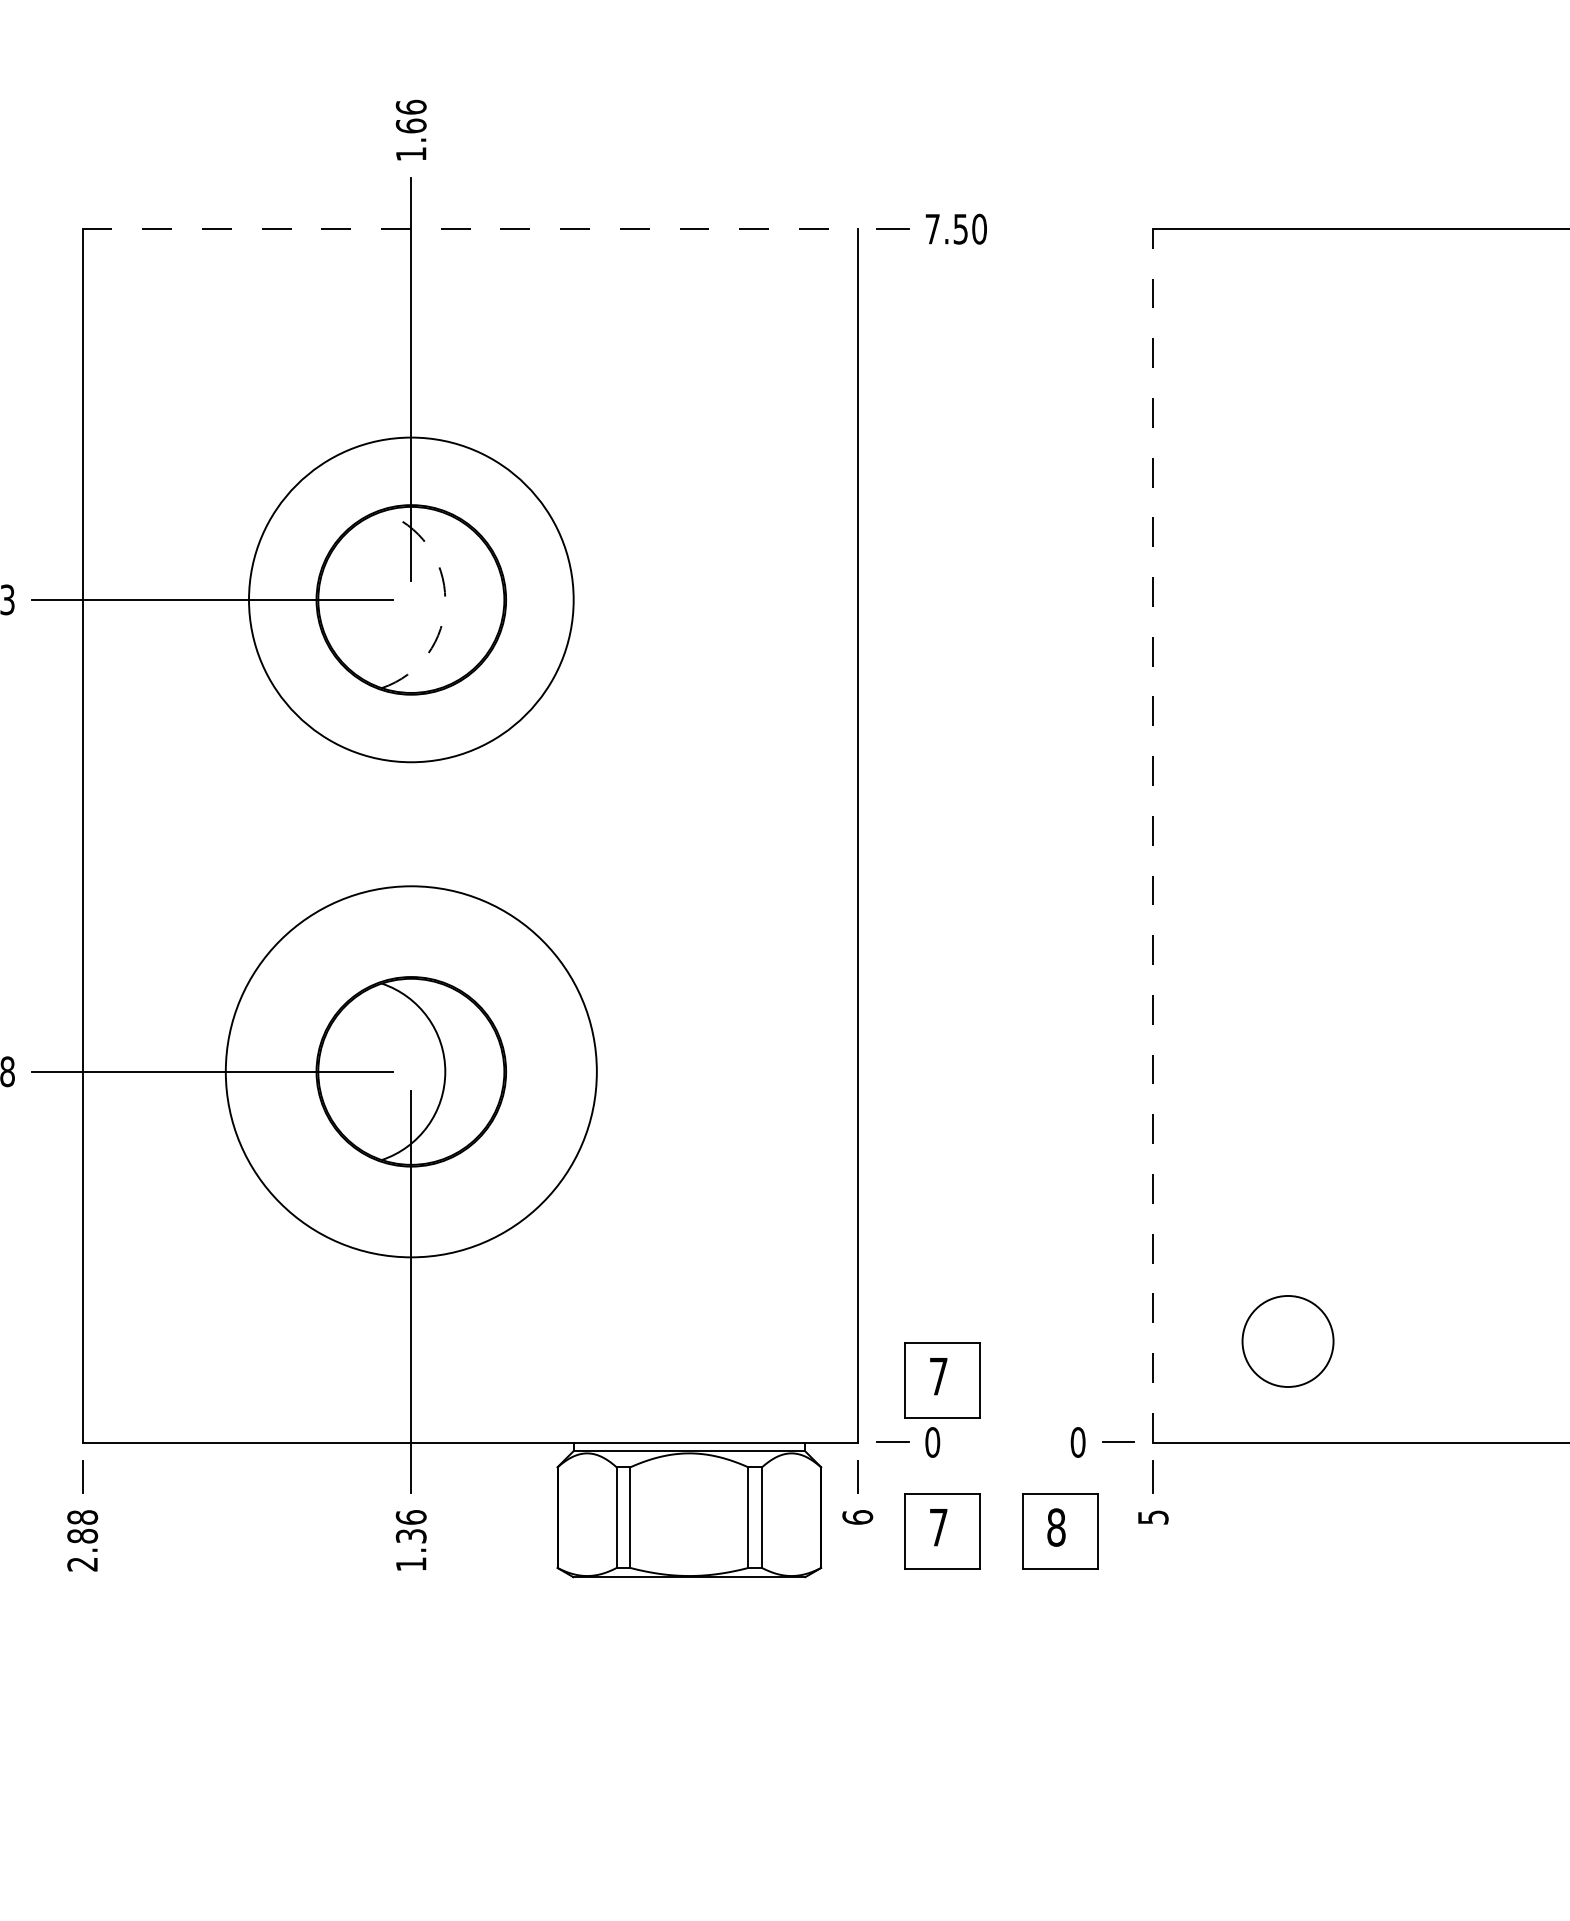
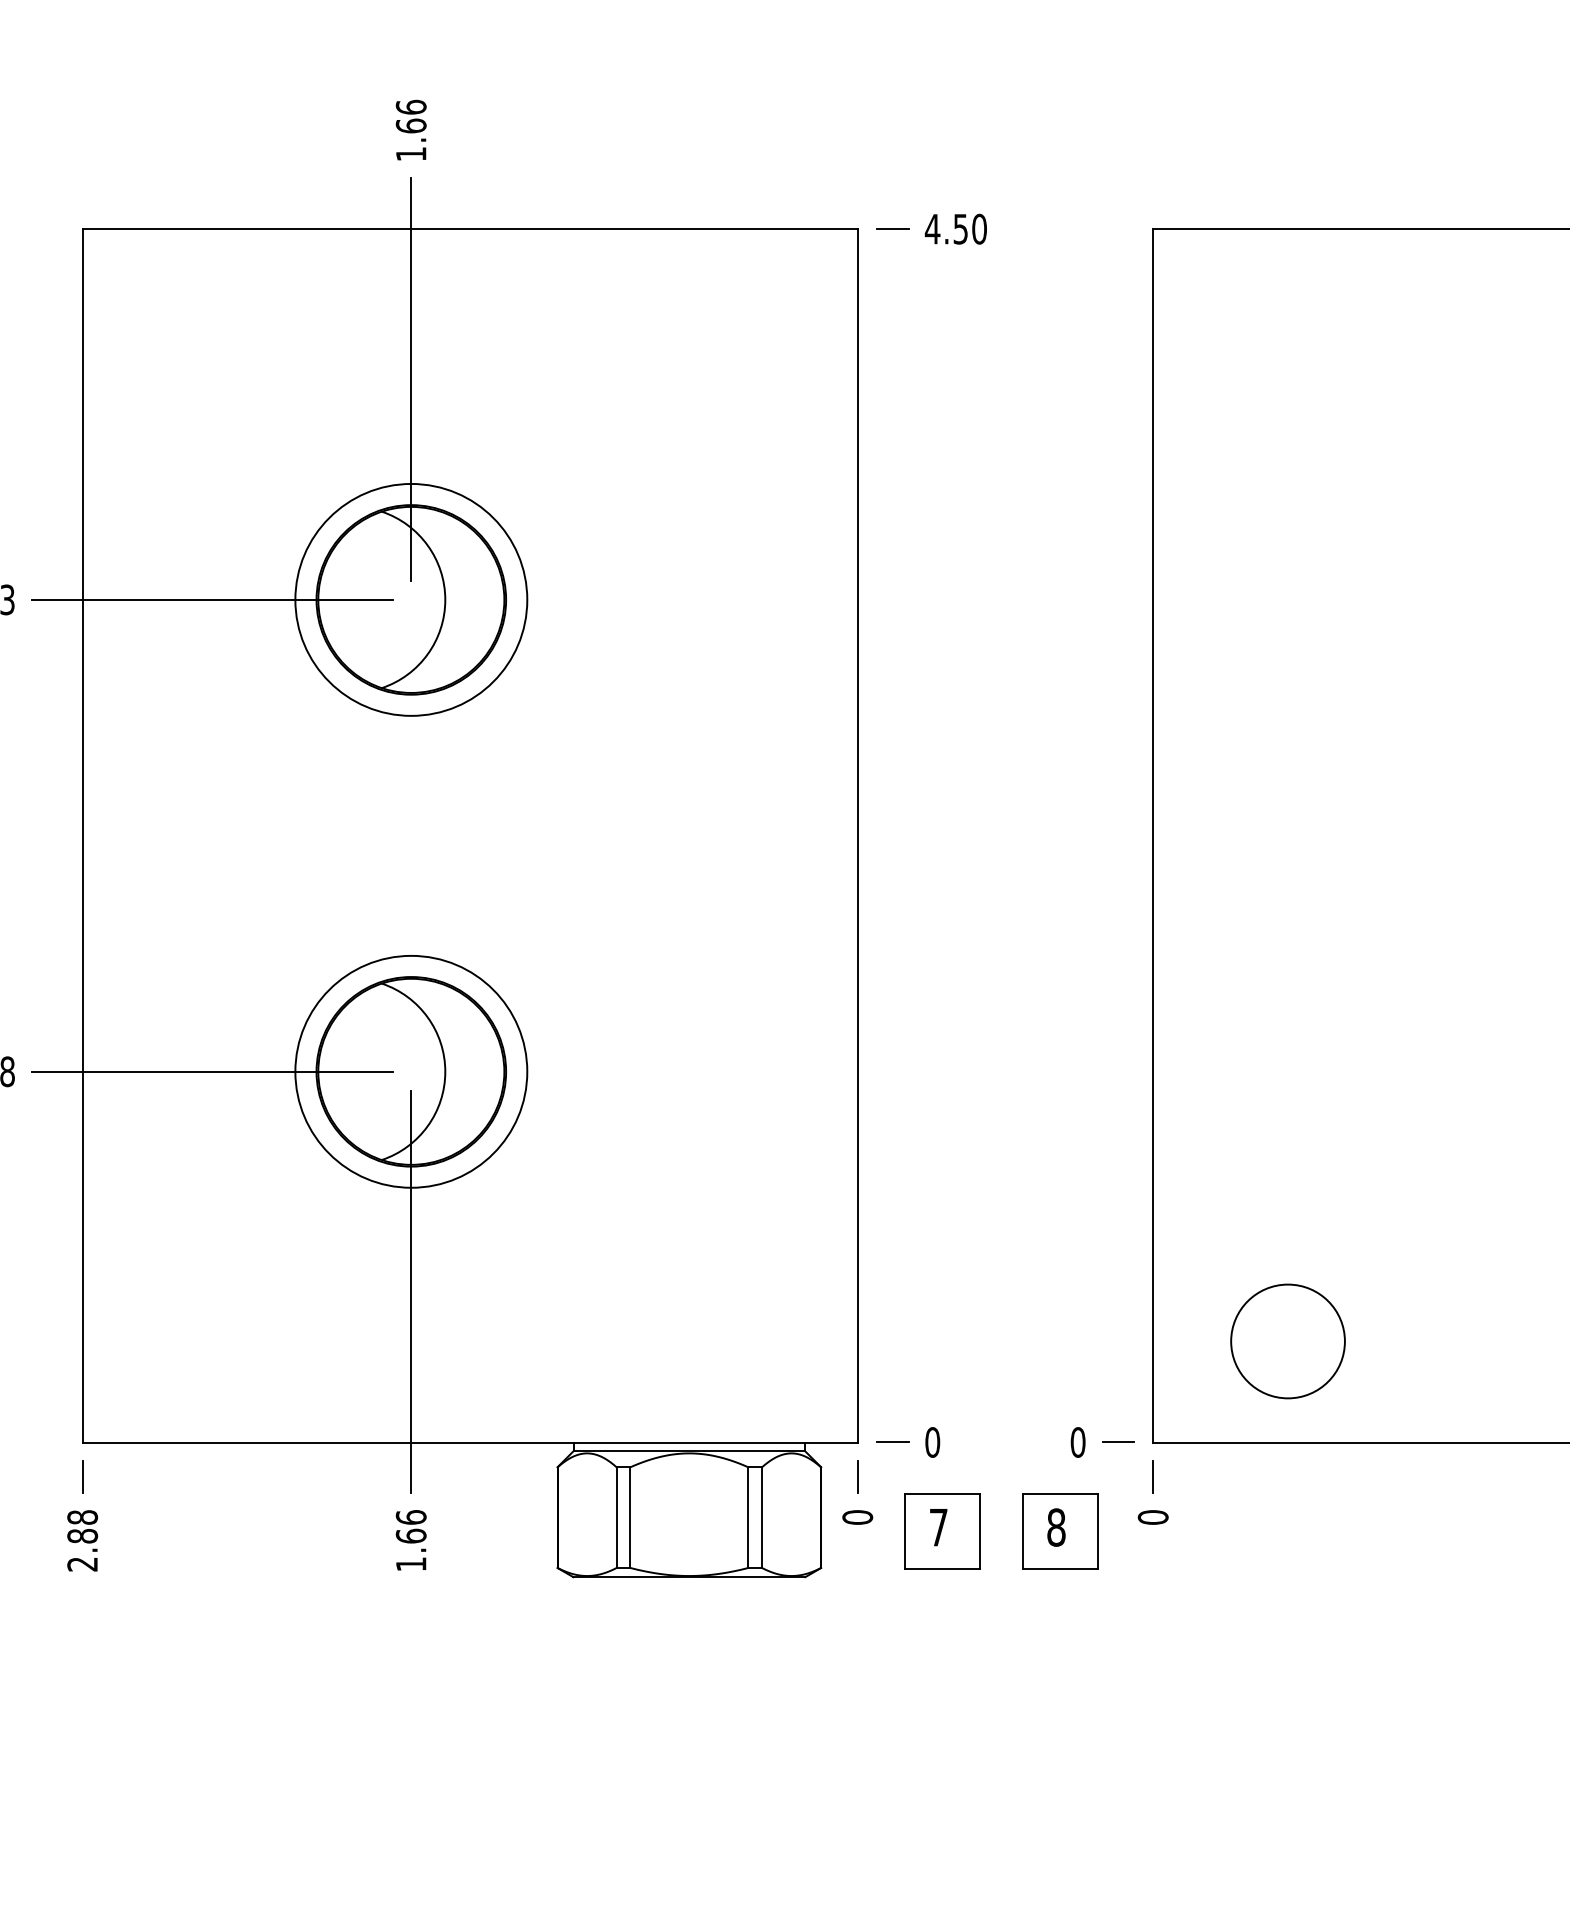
line at (470, 229): dashed -> solid
text at (932, 229): 7.50 -> 4.50
circle at (411, 599) diameter: 325 px -> 232 px
arc at (445, 599): dashed -> solid
line at (1153, 835): dashed -> solid
circle at (410, 1071) diameter: 371 px -> 232 px
circle at (1287, 1340) diameter: 91 px -> 114 px
part at (942, 1380): present -> none
text at (857, 1517): 6 -> 0
text at (1152, 1517): 5 -> 0
text at (410, 1535): 1.36 -> 1.66
